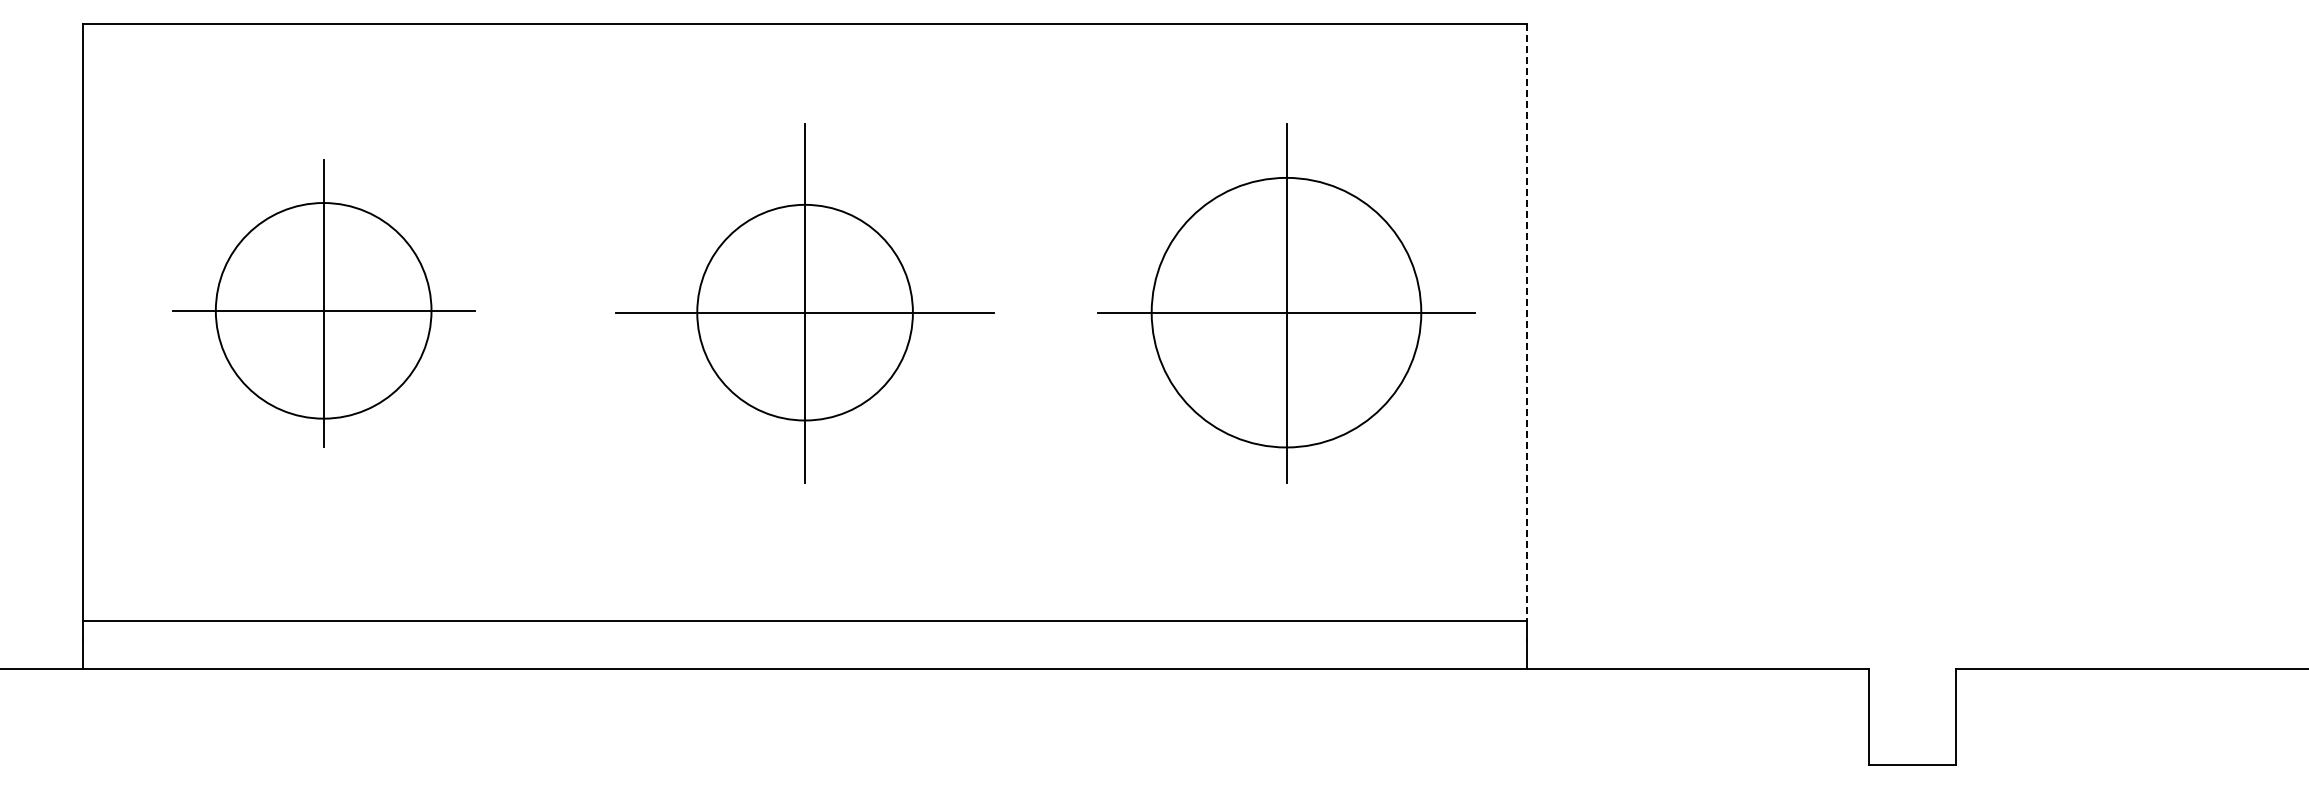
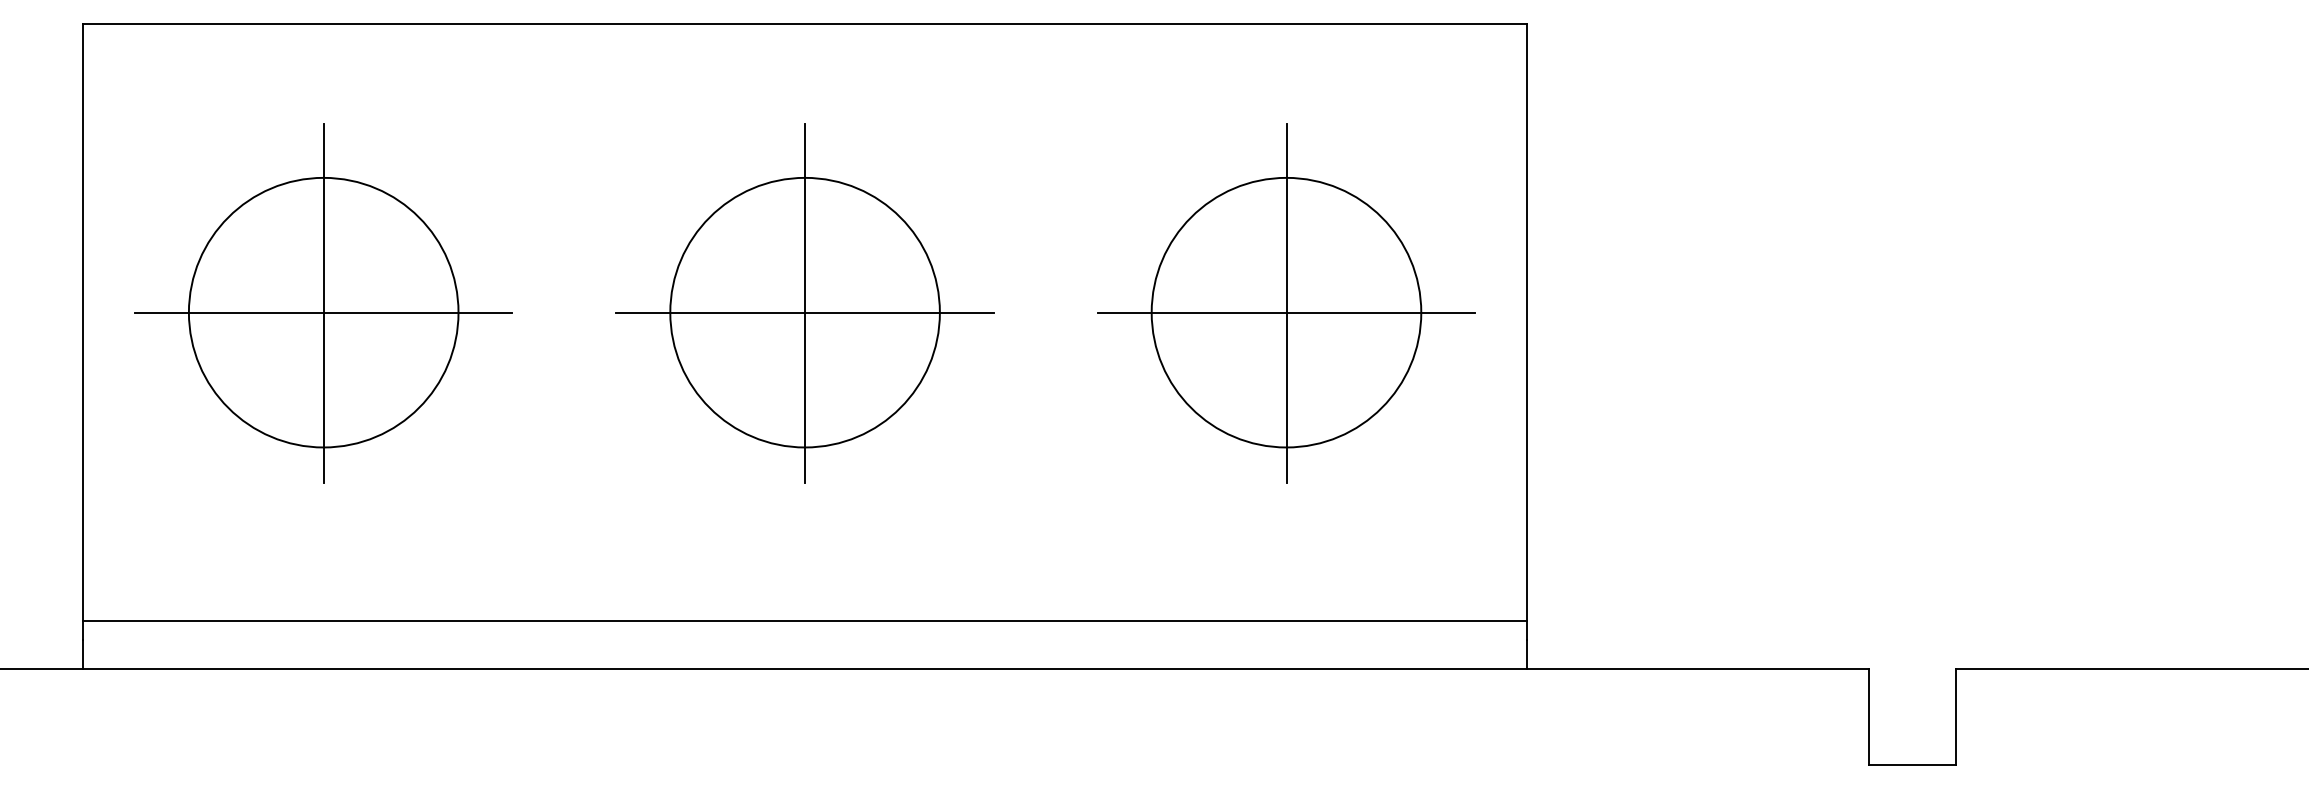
part at (323, 303) size: 304x289 px -> 379x361 px
circle at (804, 312) diameter: 216 px -> 270 px
line at (1527, 322): dashed -> solid
